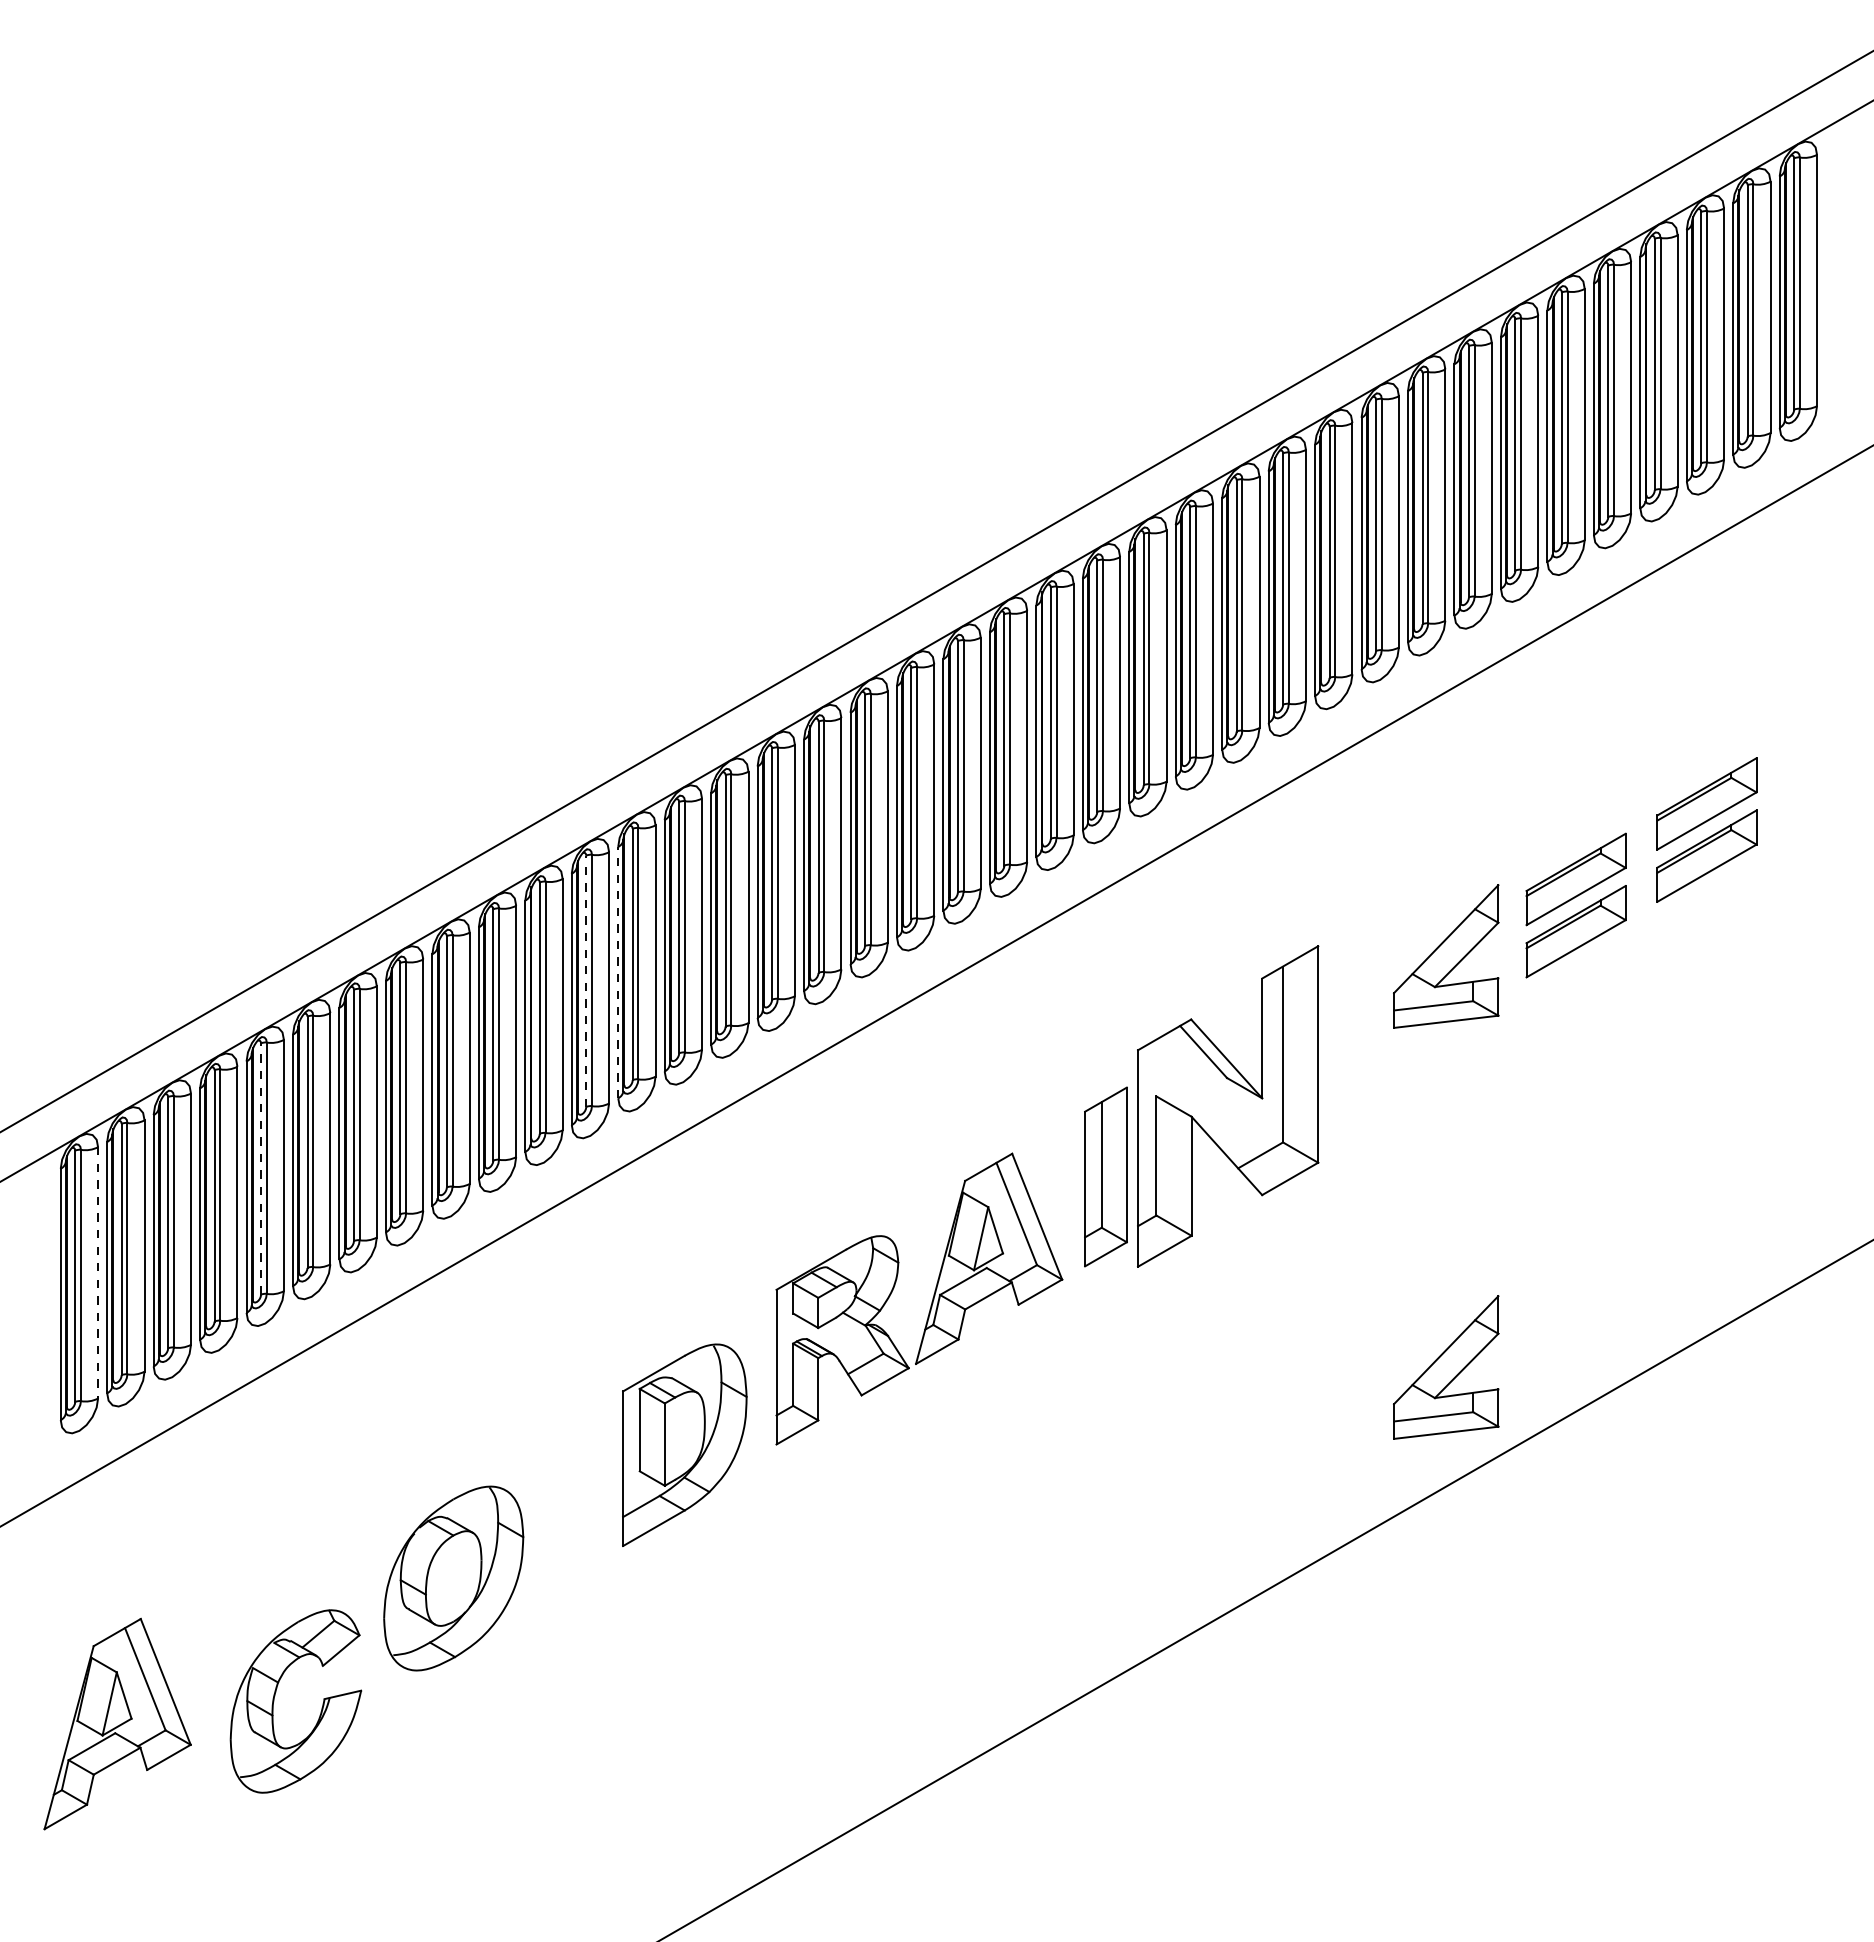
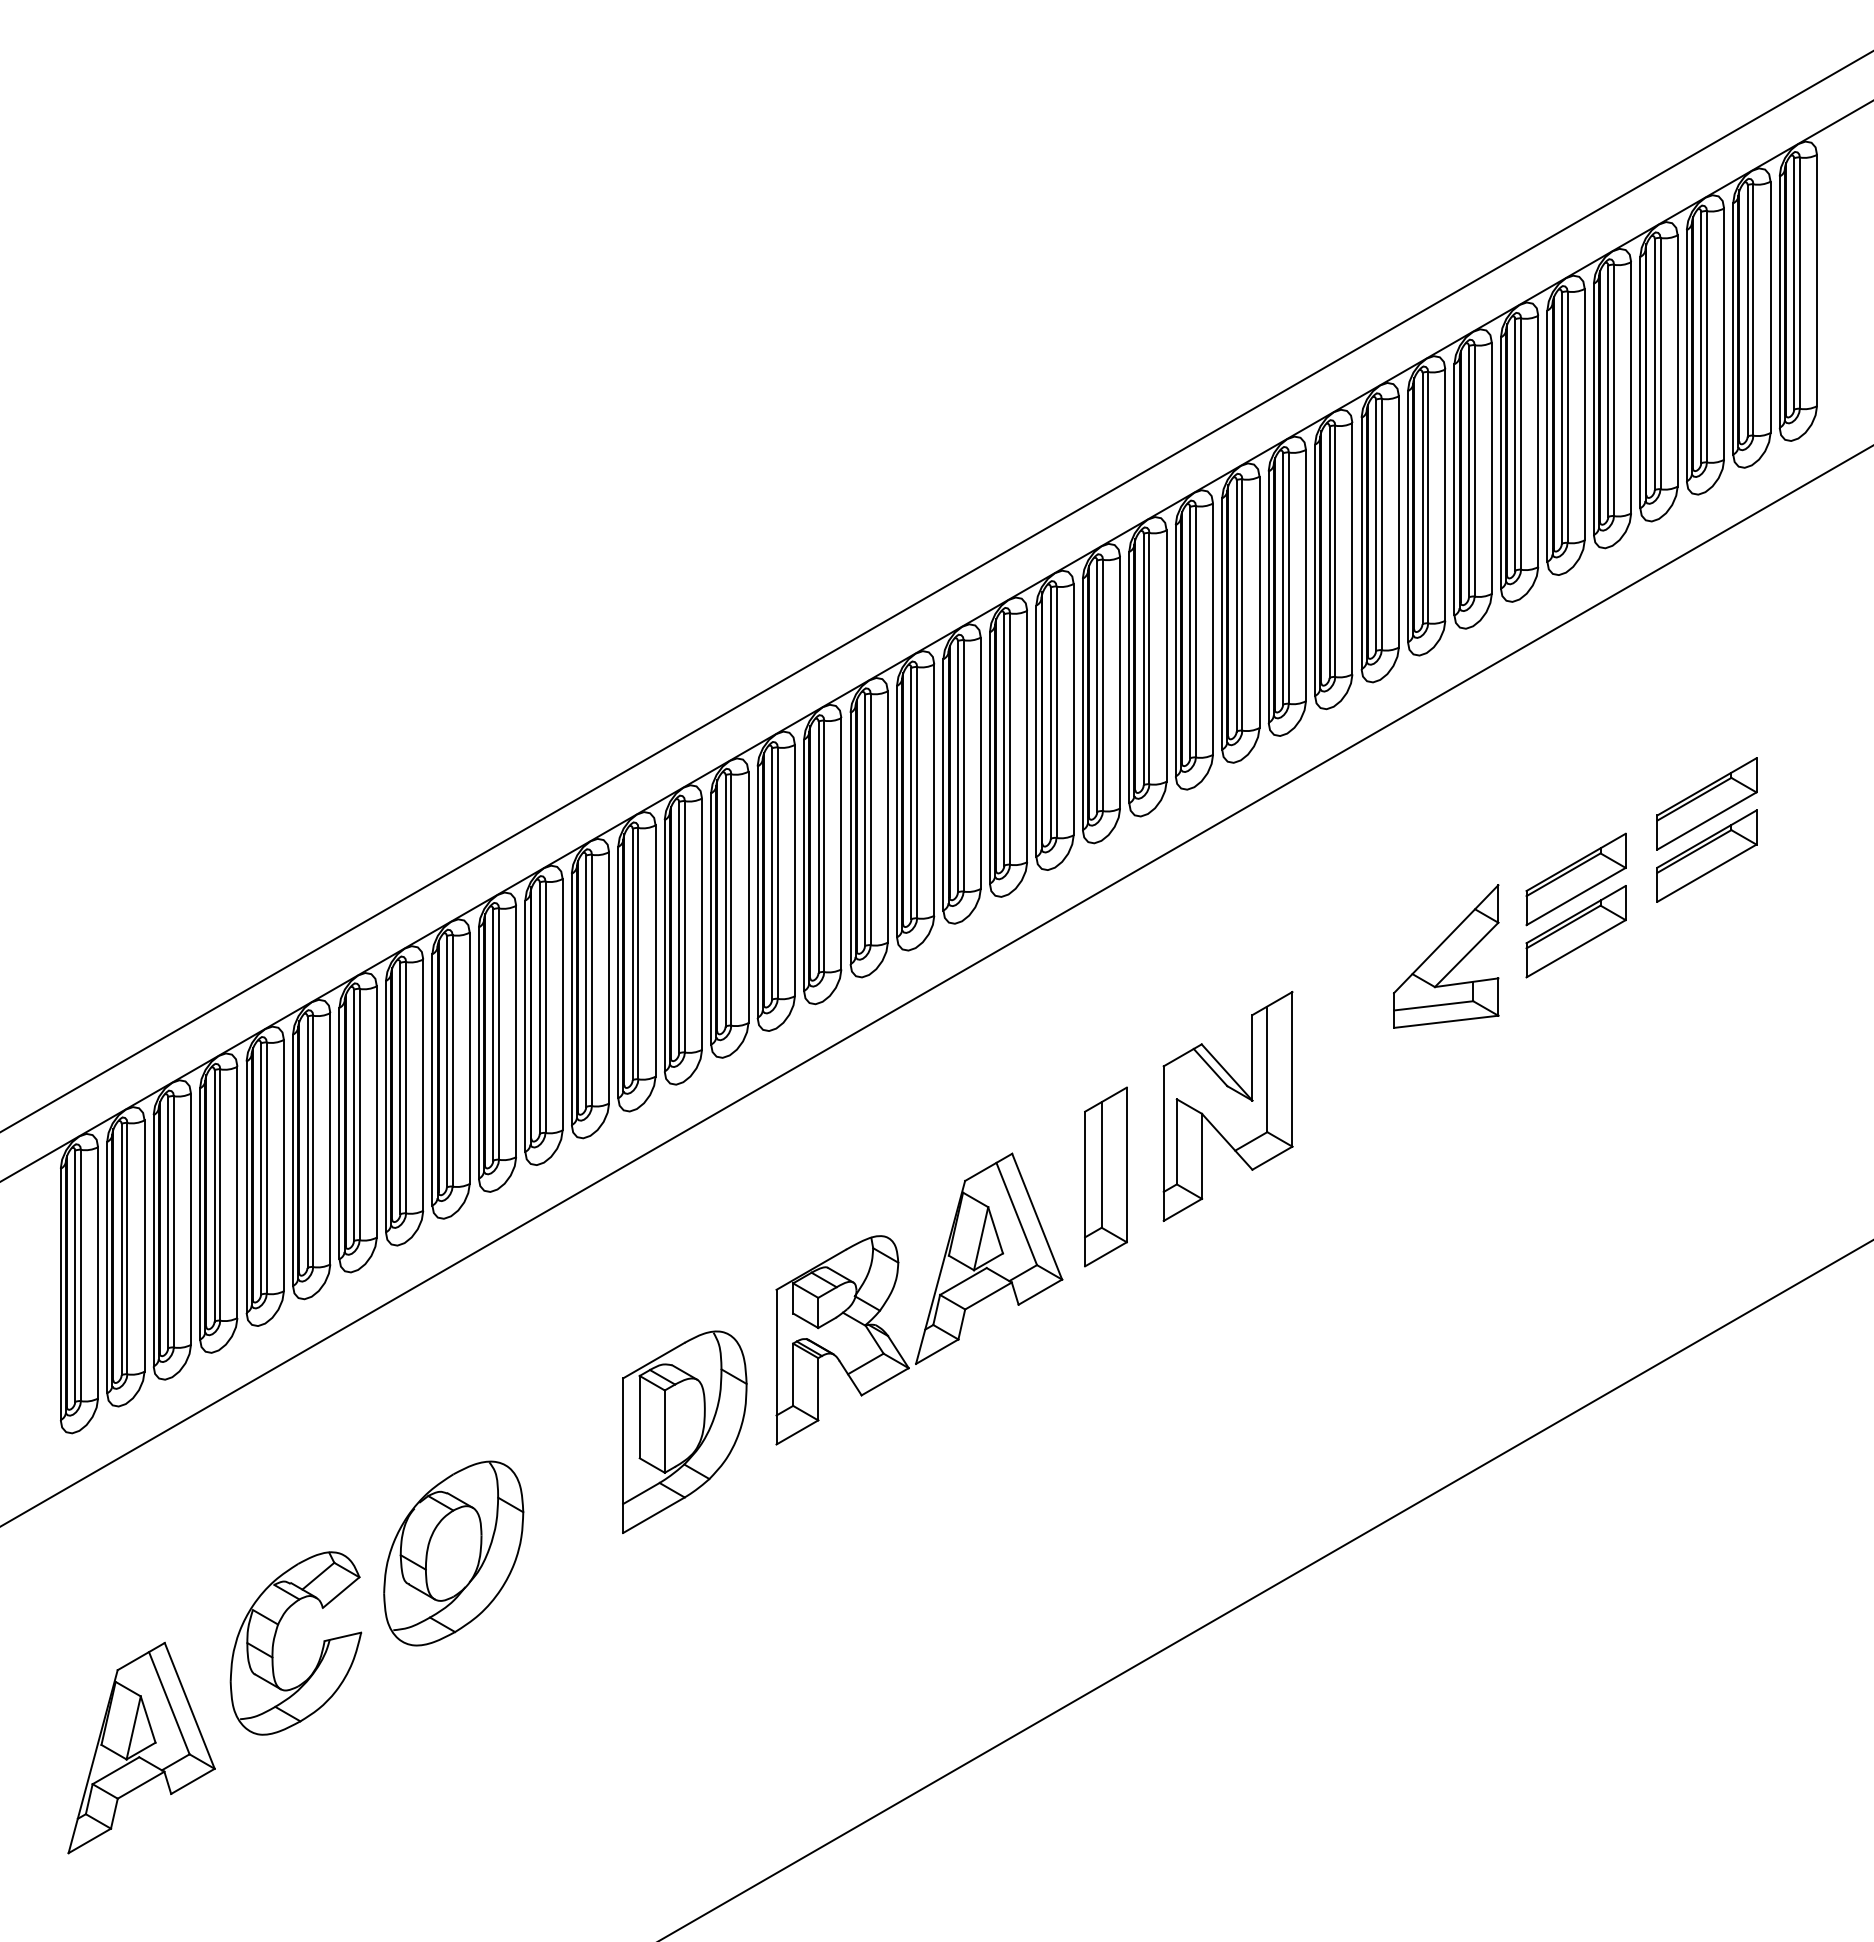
line at (618, 972): dashed -> solid
line at (586, 981): dashed -> solid
part at (1228, 1106) size: 183x323 px -> 132x231 px
line at (261, 1169): dashed -> solid
line at (98, 1272): dashed -> solid
part at (1446, 1367): present -> none
part at (684, 1444) position: (684, 1444) -> (684, 1431)
part at (453, 1578) position: (453, 1578) -> (453, 1553)
part at (275, 1696) position: (275, 1696) -> (275, 1638)
part at (117, 1723) position: (117, 1723) -> (141, 1747)
